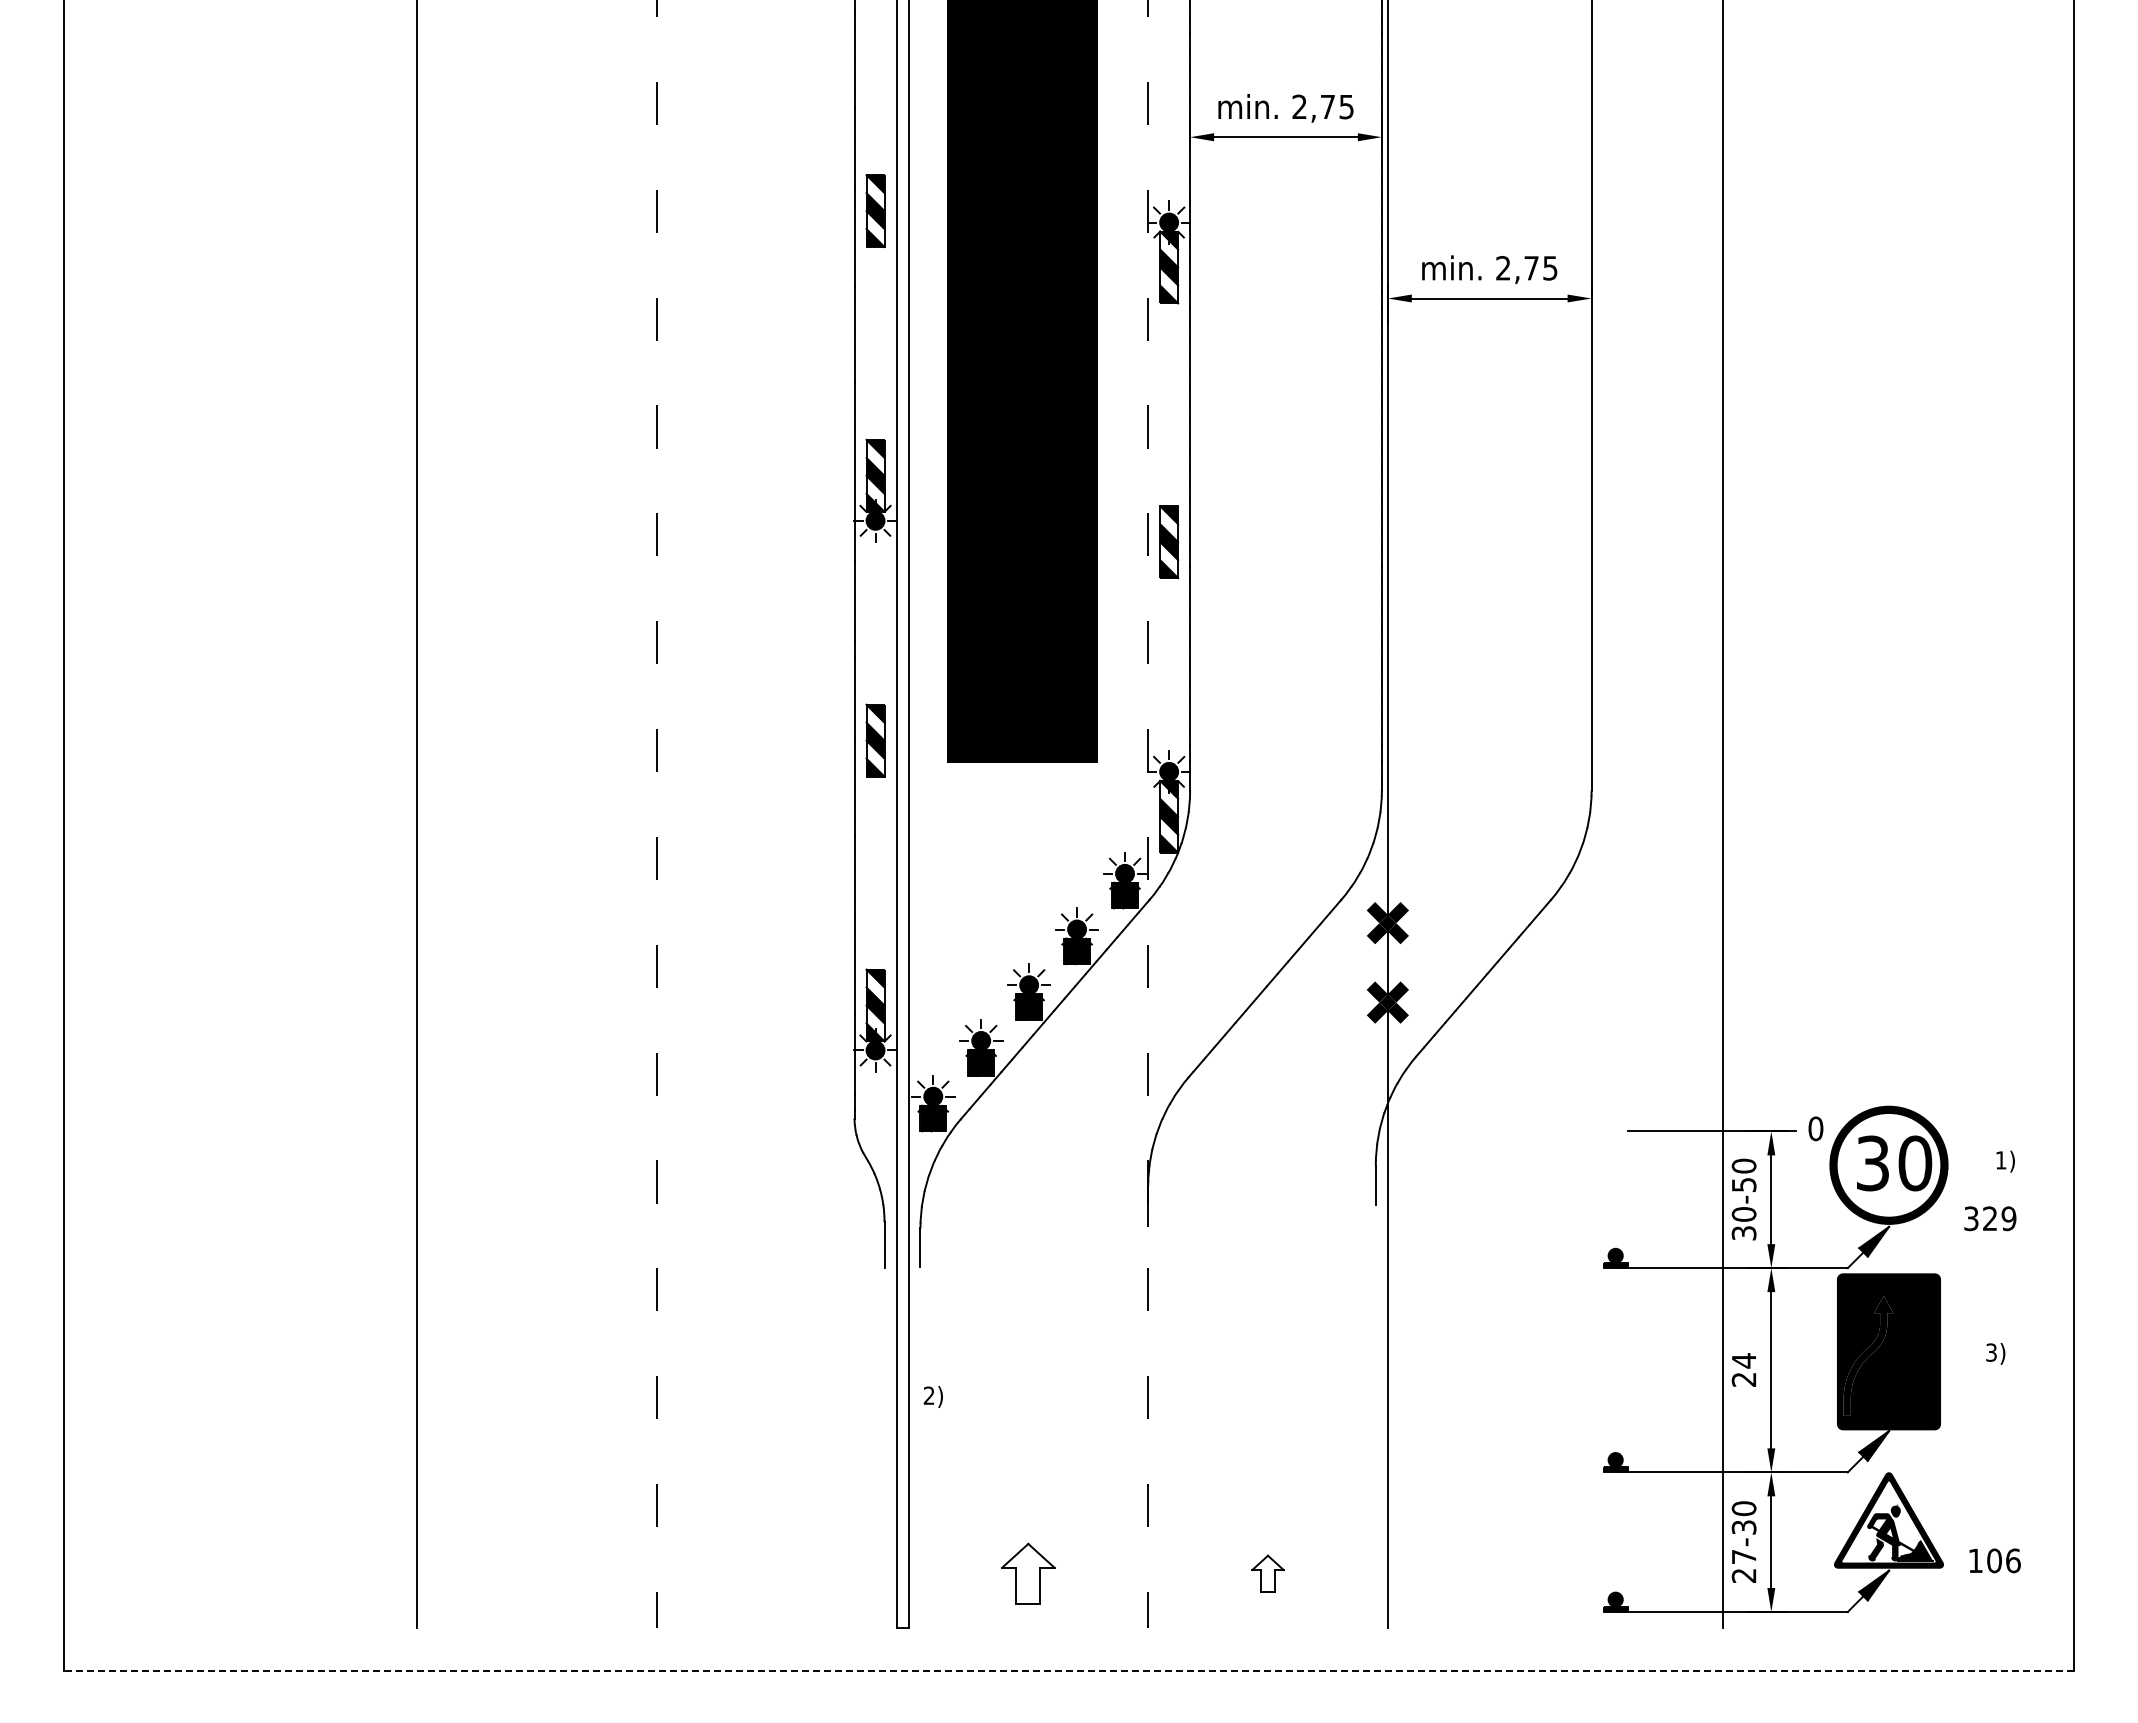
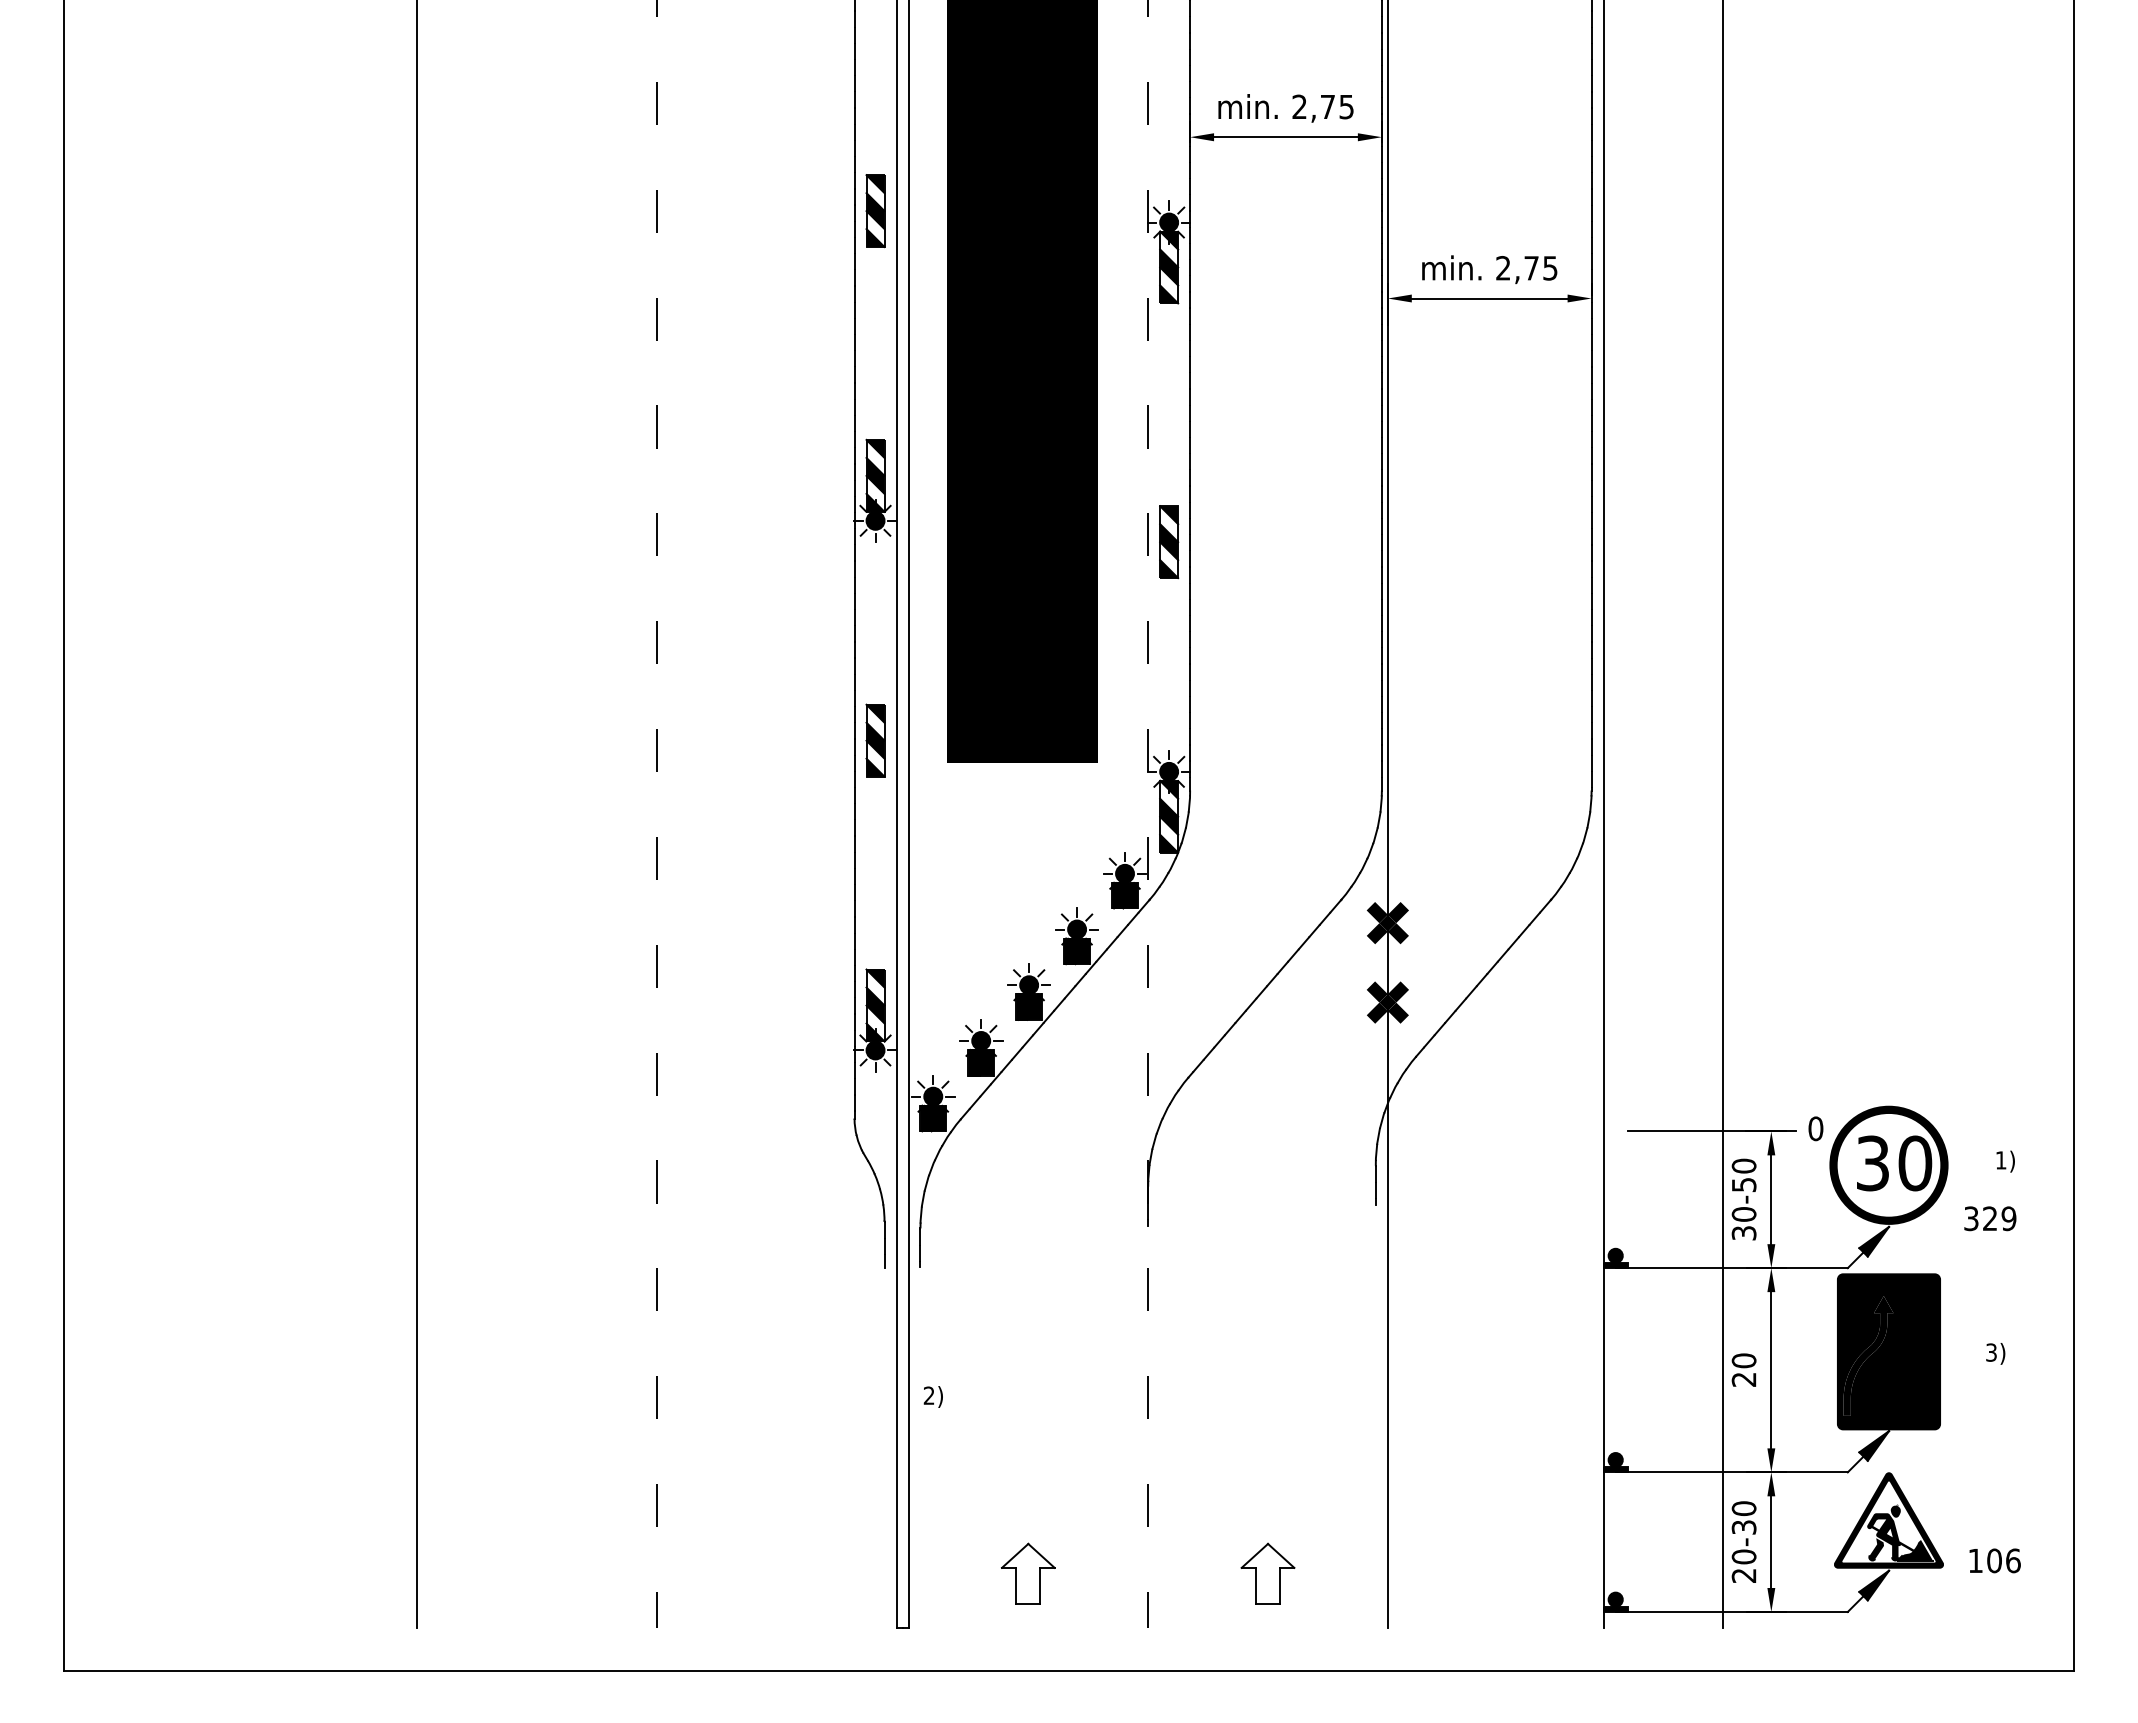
line at (1603, 814): none -> present
text at (1743, 1360): 24 -> 20
text at (1743, 1556): 27-30 -> 20-30
part at (1267, 1573) size: 34x39 px -> 56x63 px
line at (1069, 1671): dashed -> solid
